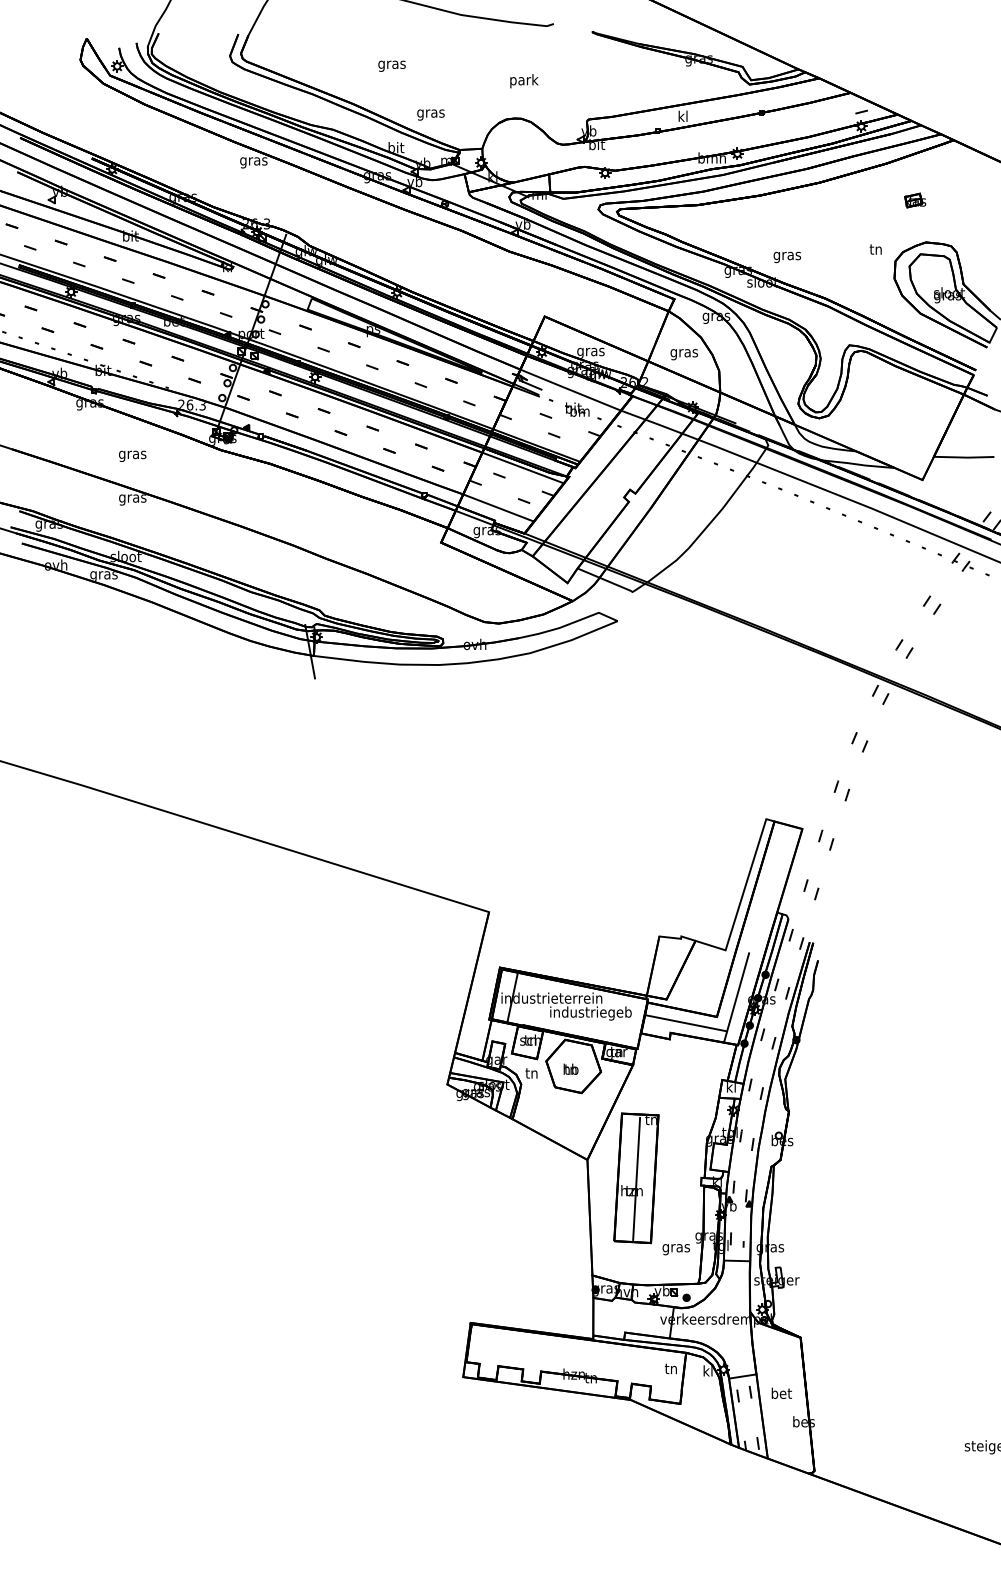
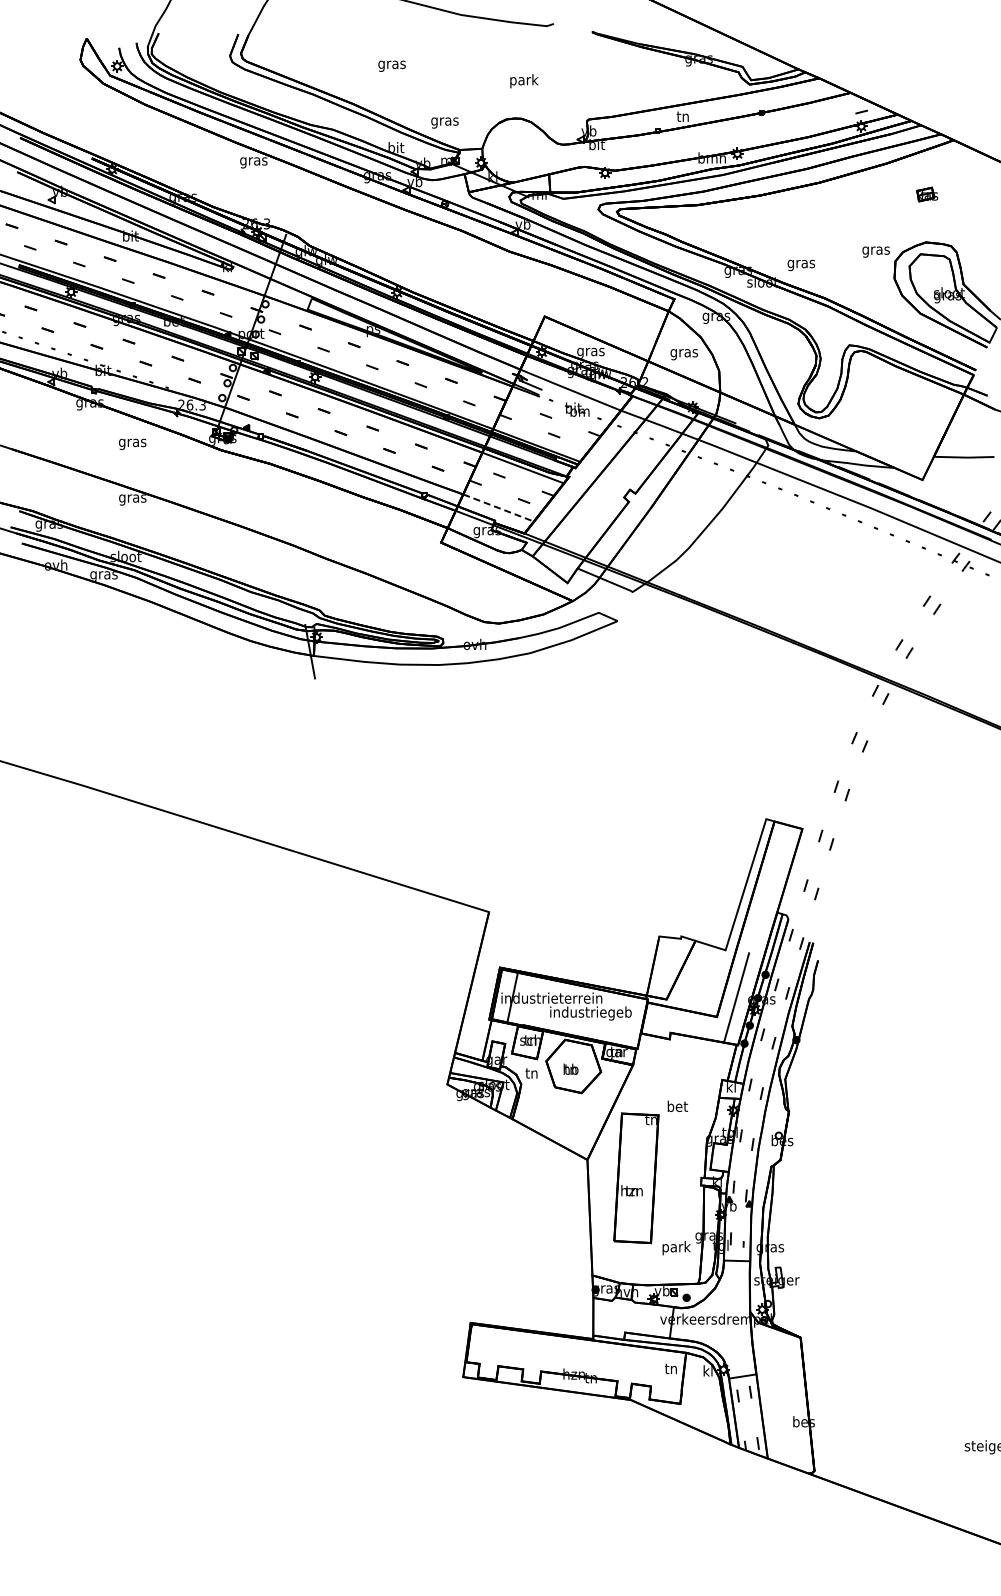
text at (430, 114) position: (430, 114) -> (444, 122)
text at (682, 115): kl -> tn
part at (915, 200) position: (915, 200) -> (927, 194)
text at (875, 250): tn -> gras
text at (787, 257) position: (787, 257) -> (801, 265)
text at (132, 455) position: (132, 455) -> (132, 443)
line at (498, 507): solid -> dashed
line at (685, 1023): present -> none
line at (636, 1178): present -> none
text at (676, 1248): gras -> park
text at (781, 1392) position: (781, 1392) -> (677, 1105)
